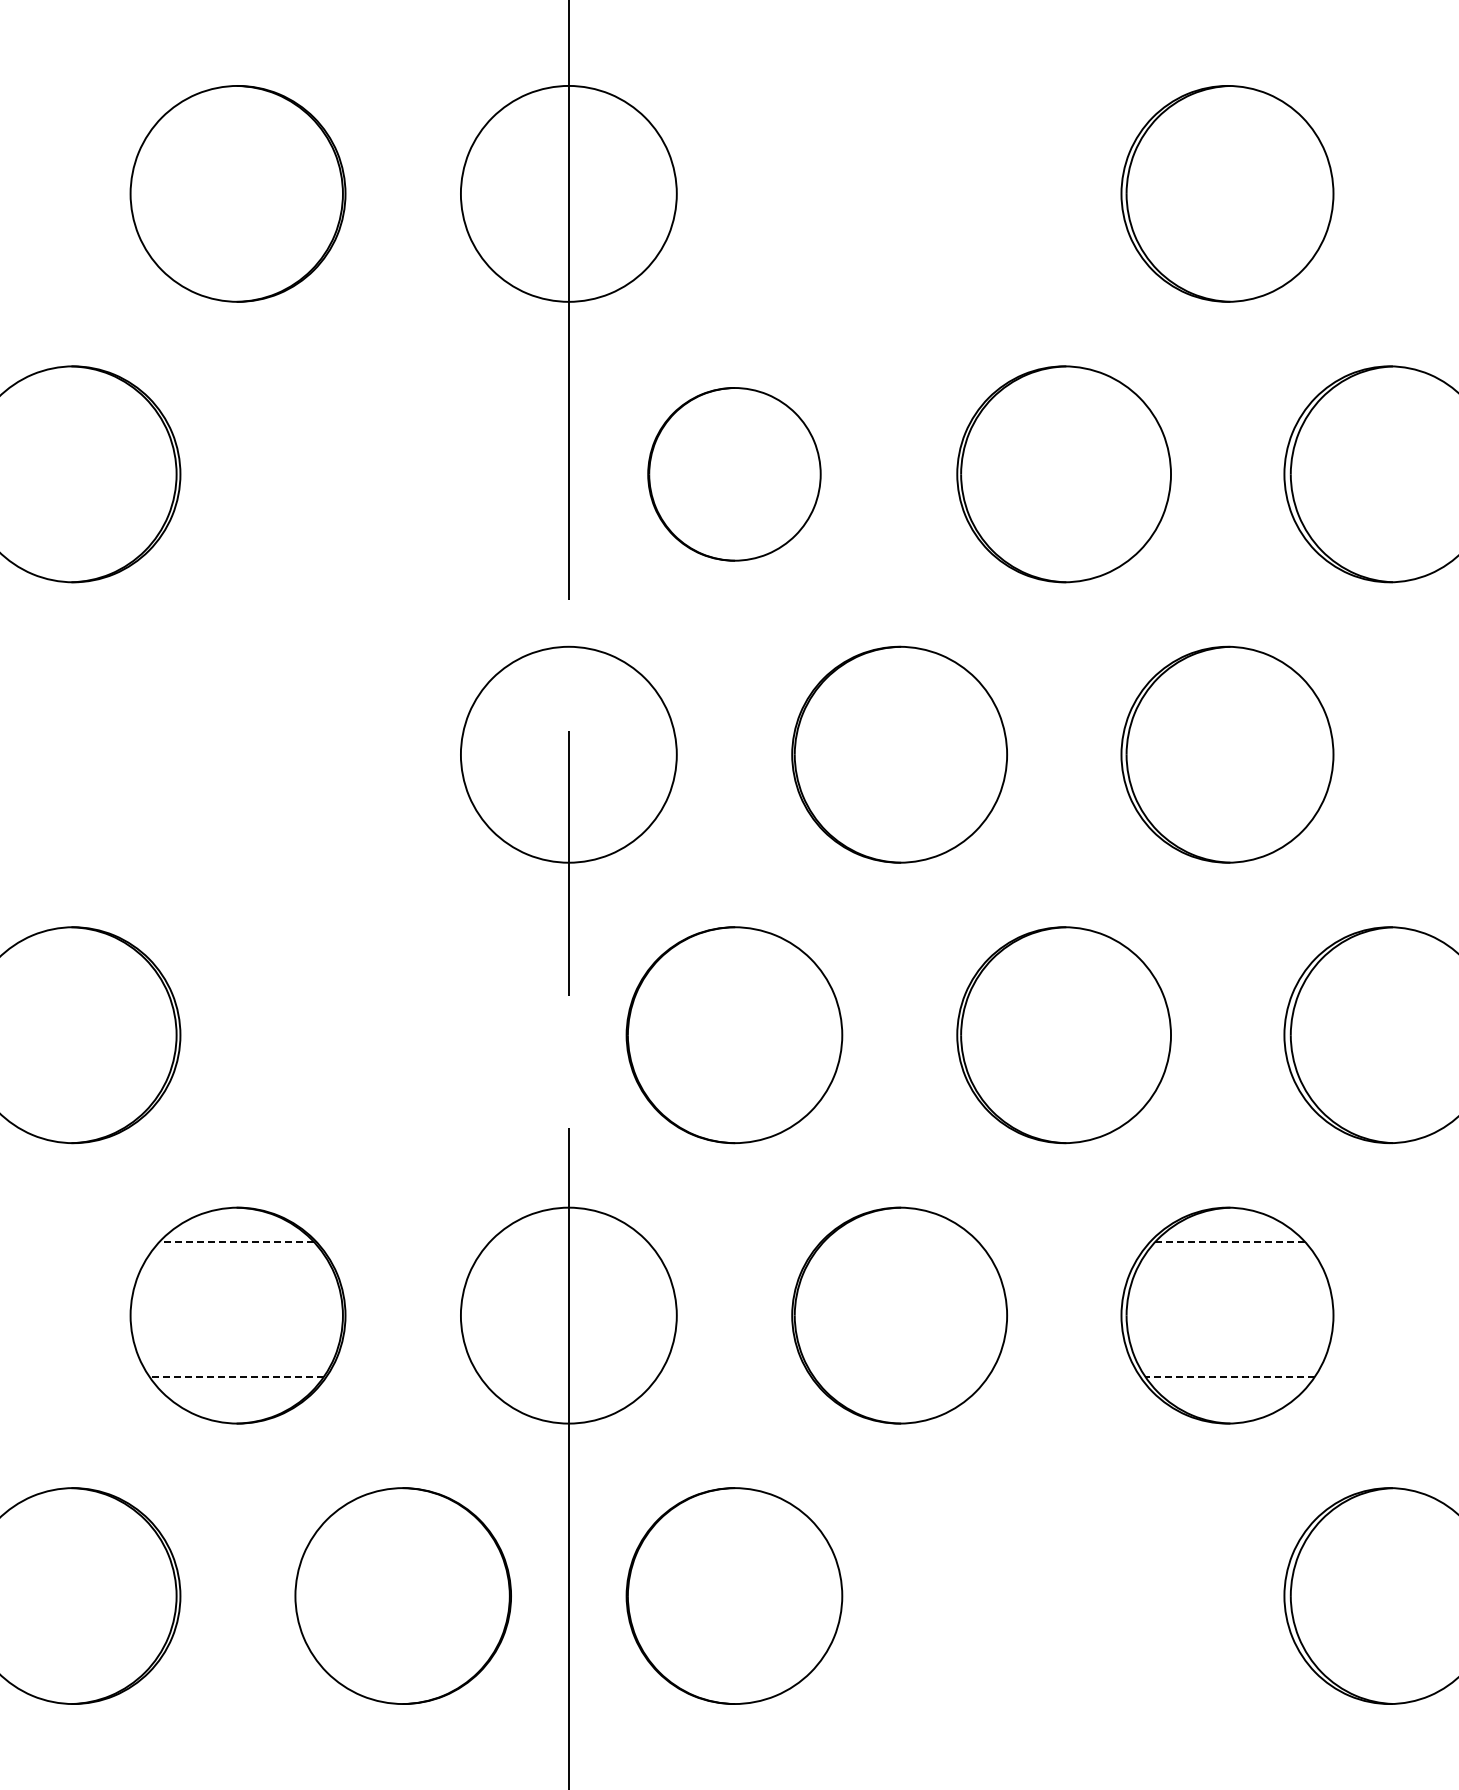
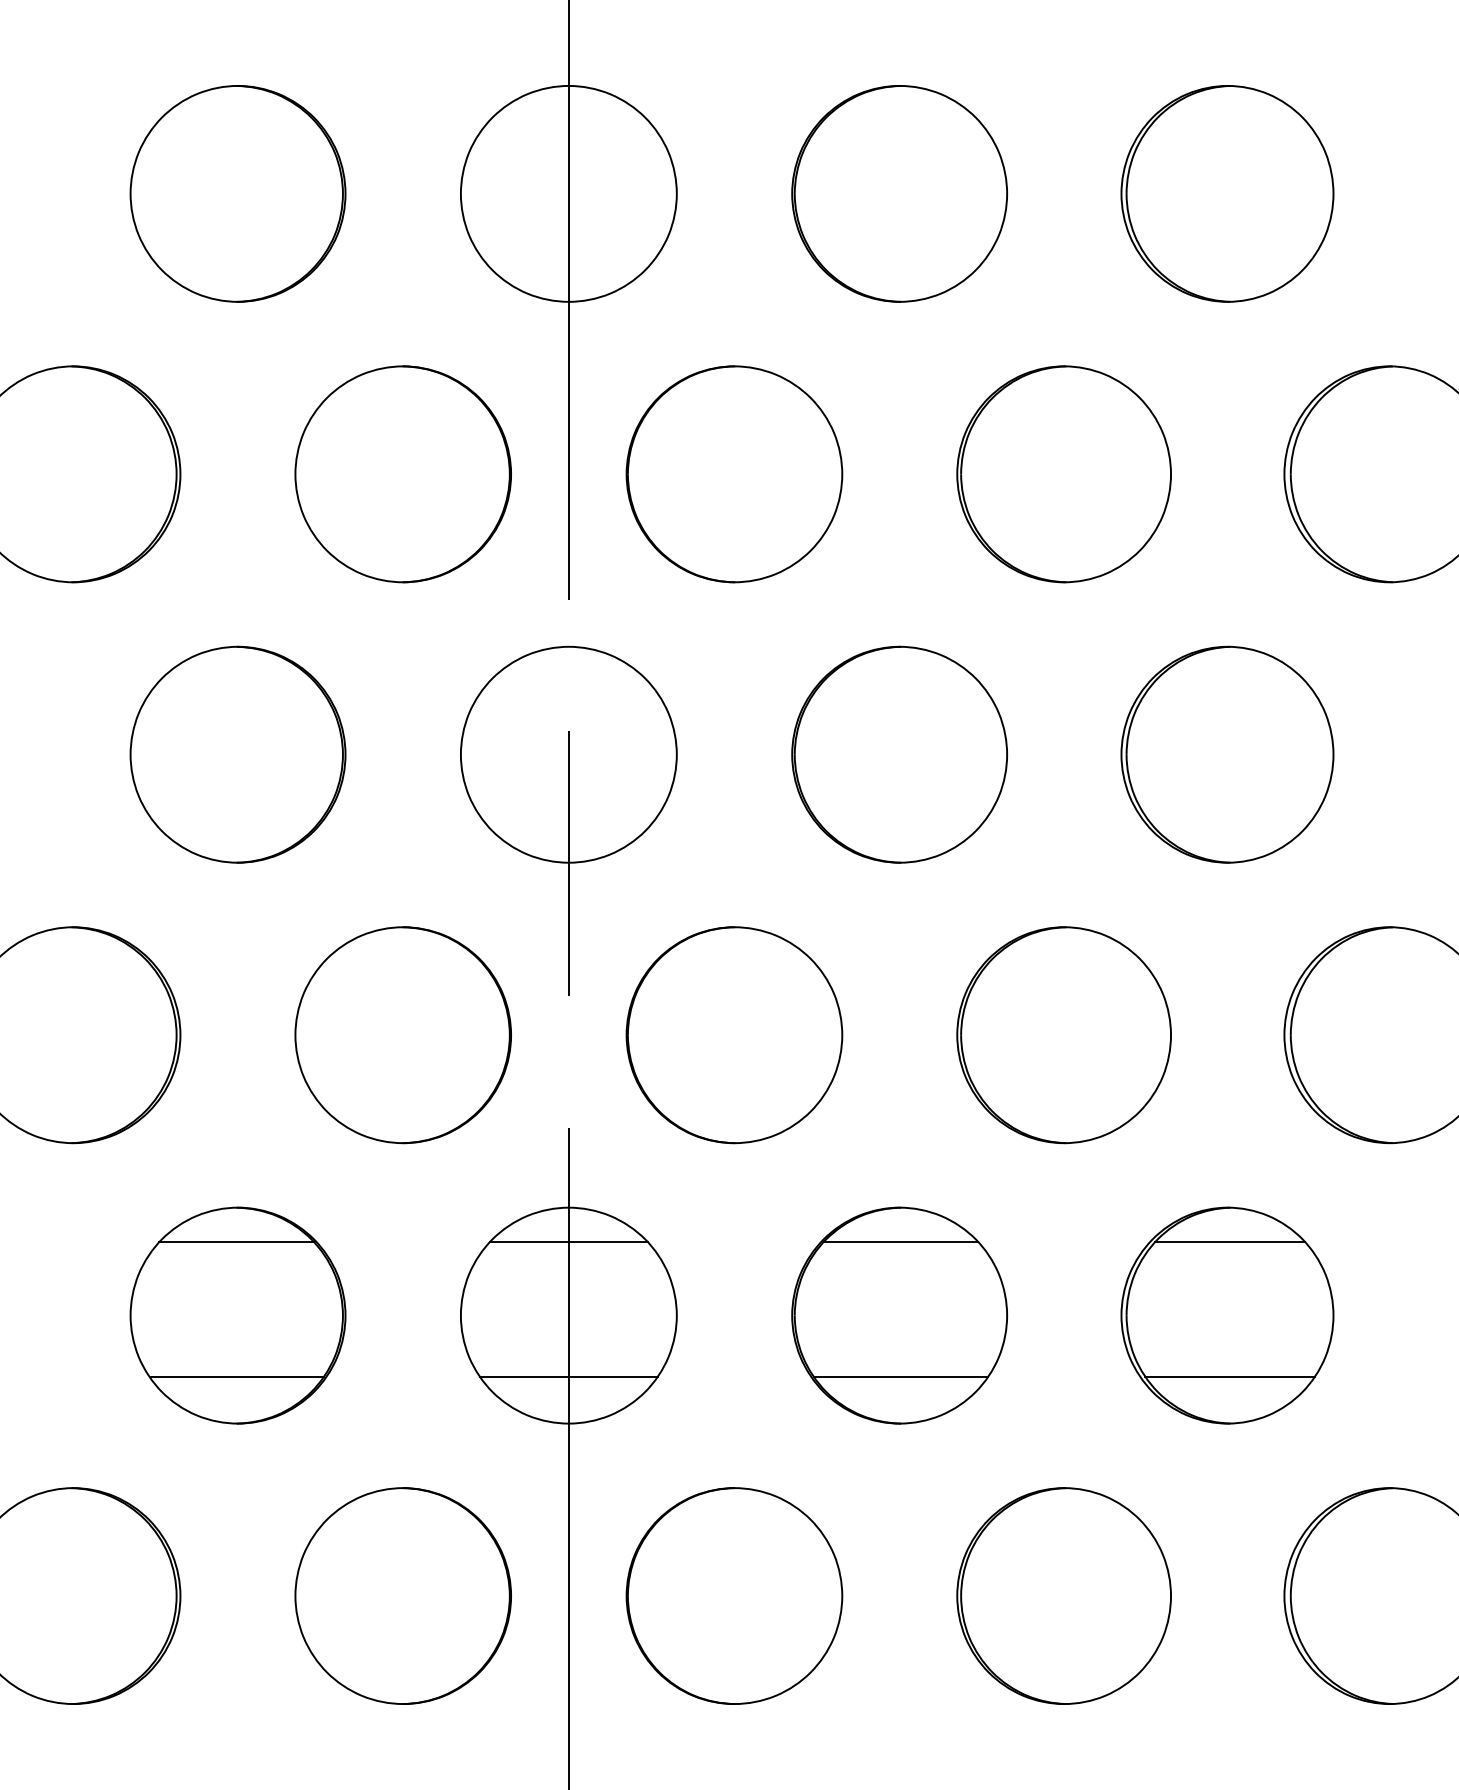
part at (899, 193): none -> present
part at (402, 474): none -> present
part at (734, 474) size: 175x175 px -> 219x219 px
part at (237, 754): none -> present
part at (402, 1035): none -> present
line at (236, 1241): dashed -> solid
line at (568, 1241): none -> present
line at (900, 1241): none -> present
line at (1230, 1241): dashed -> solid
line at (236, 1376): dashed -> solid
line at (568, 1376): none -> present
line at (900, 1376): none -> present
line at (1230, 1376): dashed -> solid
part at (1063, 1595): none -> present
